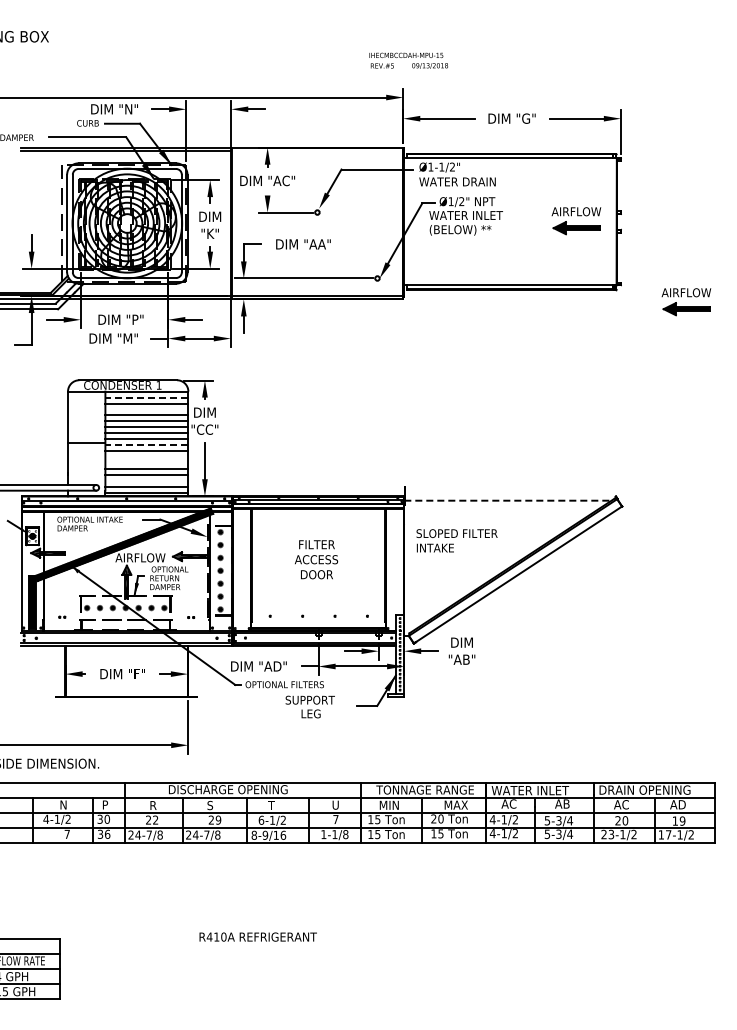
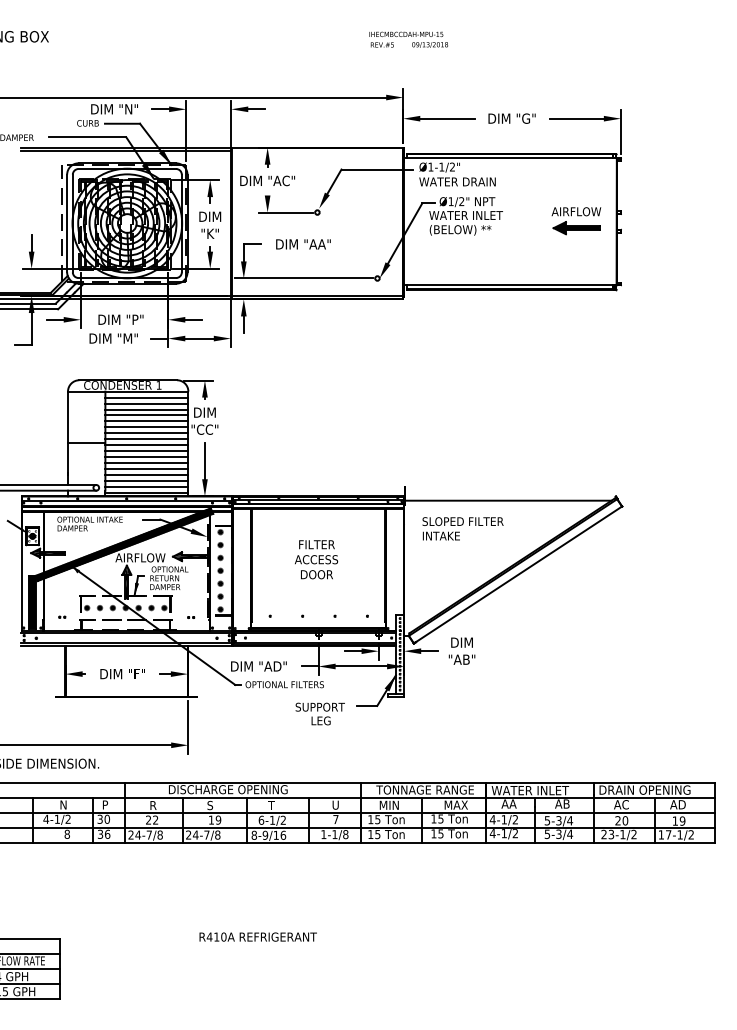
text at (408, 60) position: (408, 60) -> (408, 39)
part at (686, 302): present -> none
line at (146, 397): dashed -> solid
line at (146, 409): none -> present
line at (146, 445): dashed -> solid
line at (146, 457): none -> present
line at (146, 463): none -> present
line at (146, 481): none -> present
line at (507, 500): dashed -> solid
text at (456, 540) position: (456, 540) -> (462, 528)
text at (309, 706) position: (309, 706) -> (319, 713)
text at (512, 803): AC -> AA
text at (437, 818): 20 -> 15
text at (210, 819): 29 -> 19
text at (66, 833): 7 -> 8
